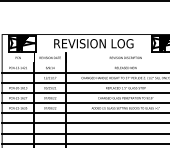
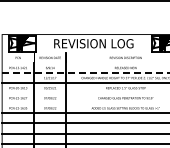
line at (85, 73): solid -> dashed
line at (84, 93): present -> none
line at (84, 103): present -> none
